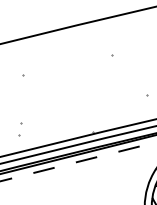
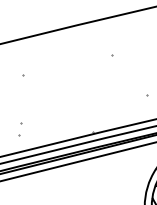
line at (79, 161): dashed -> solid
